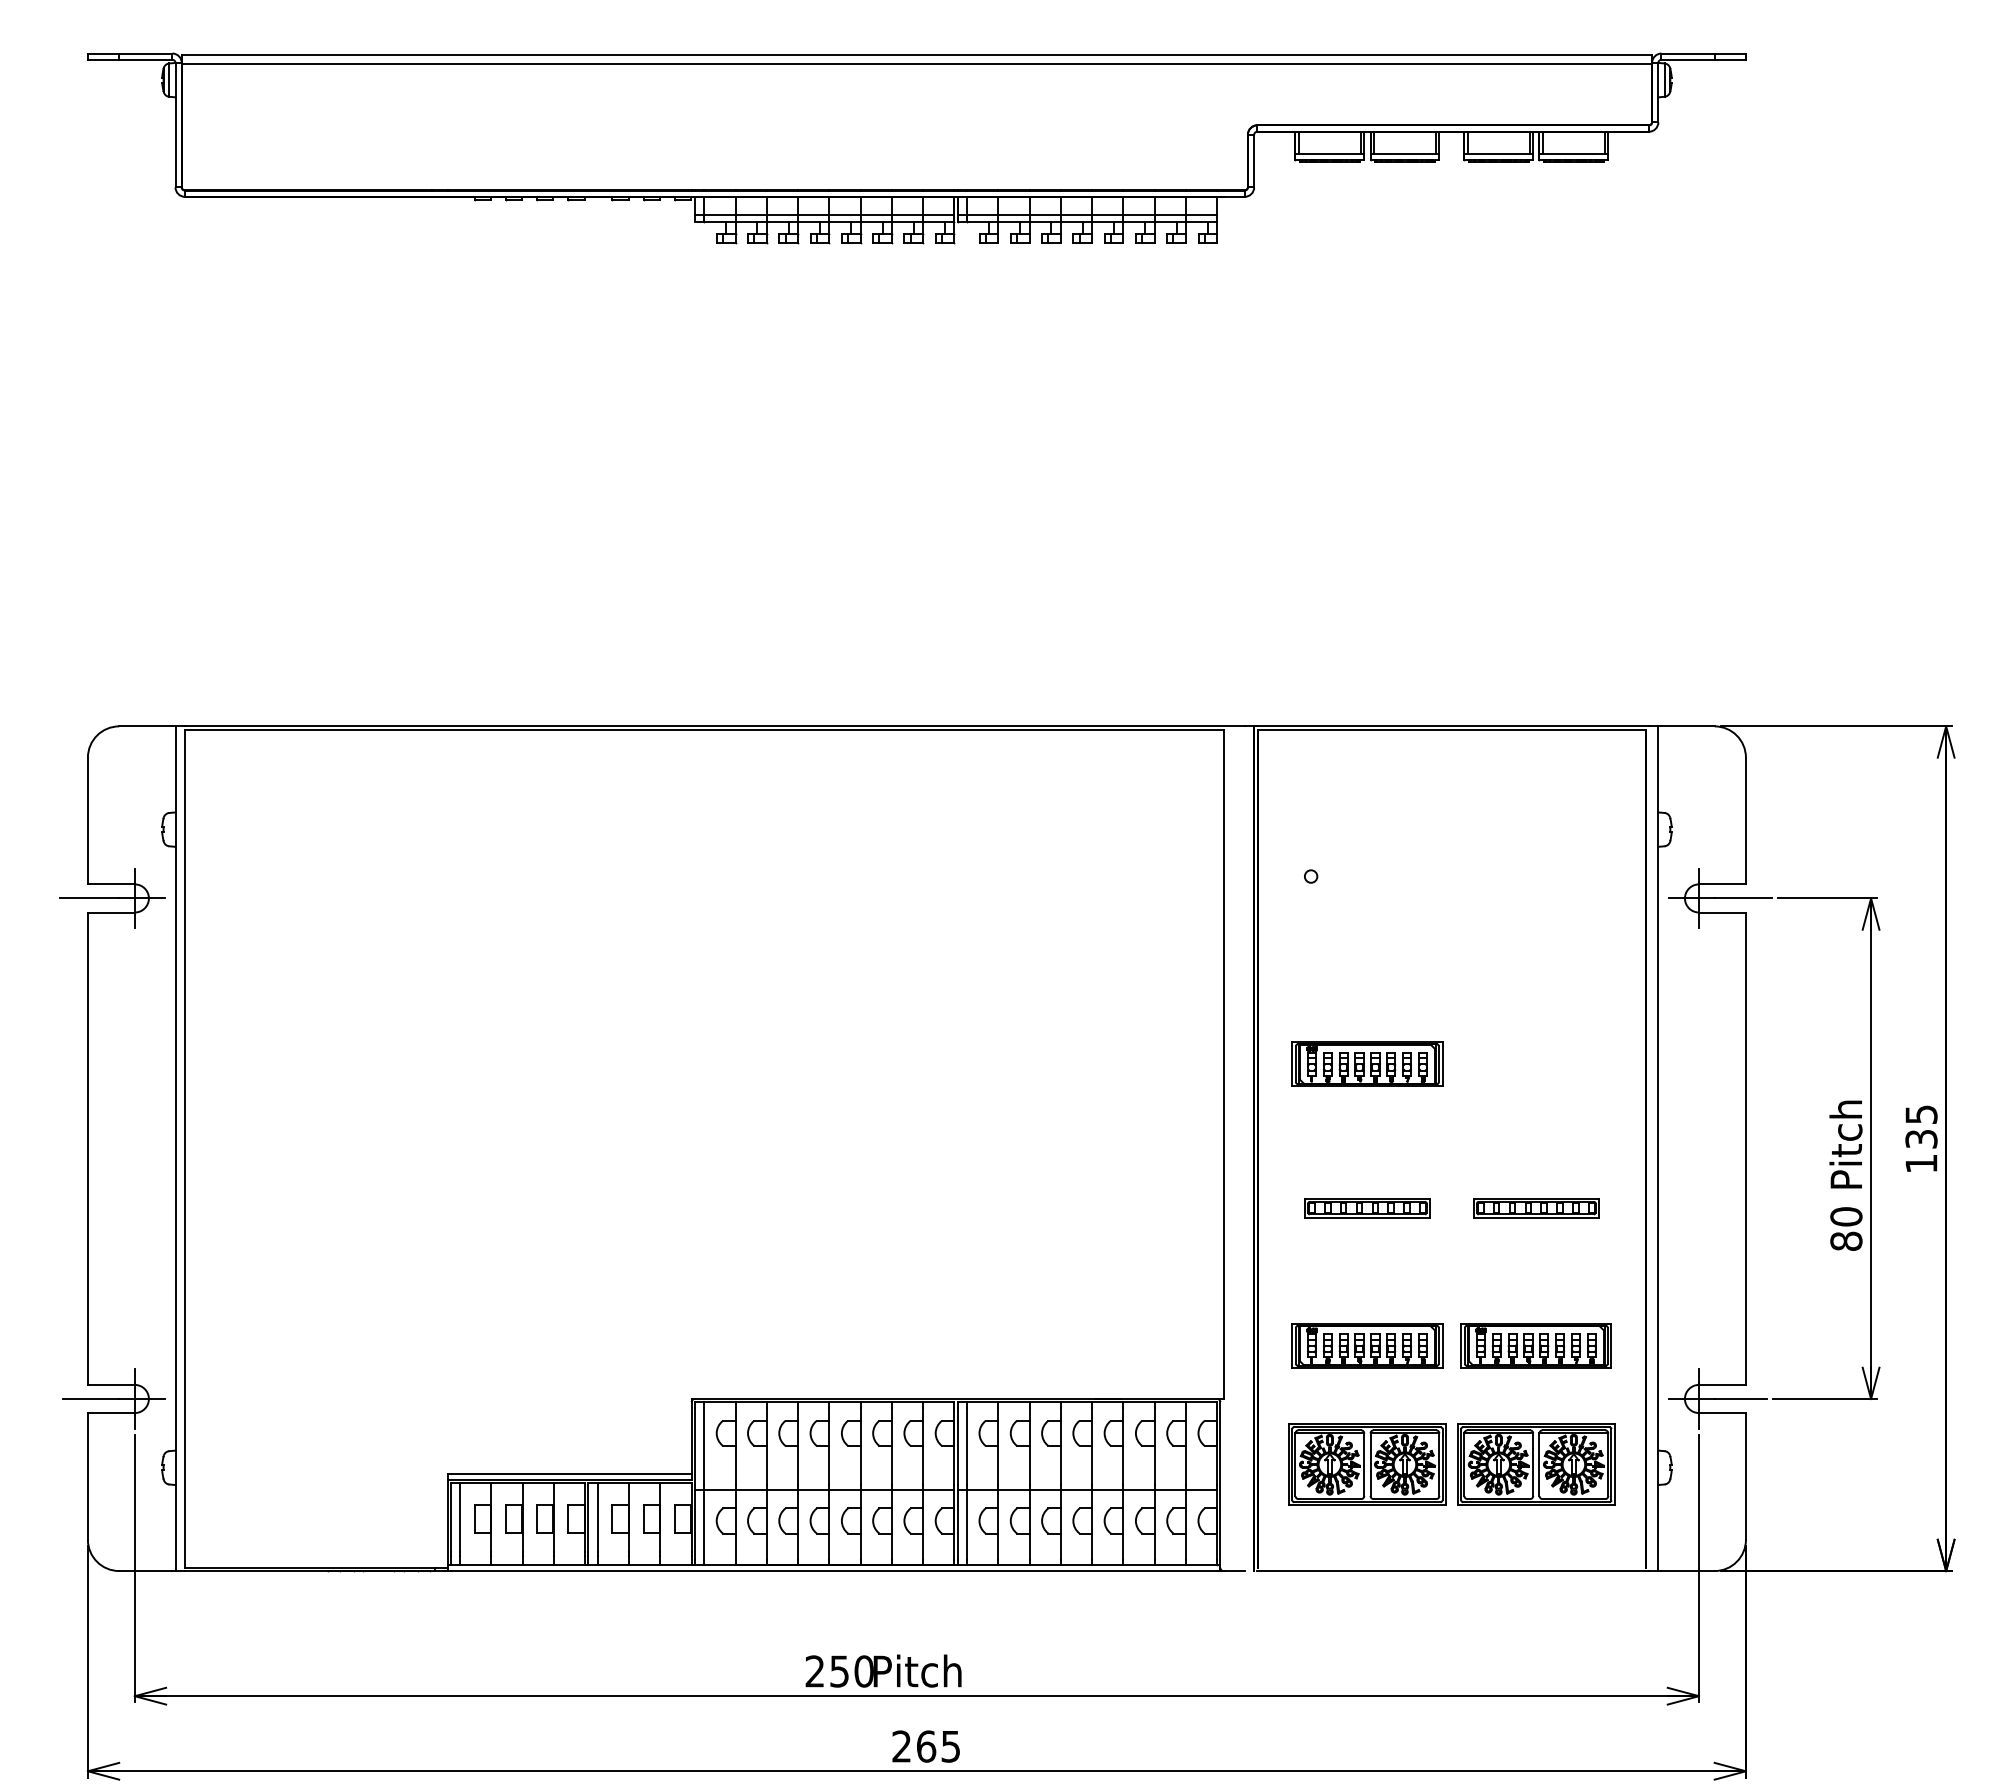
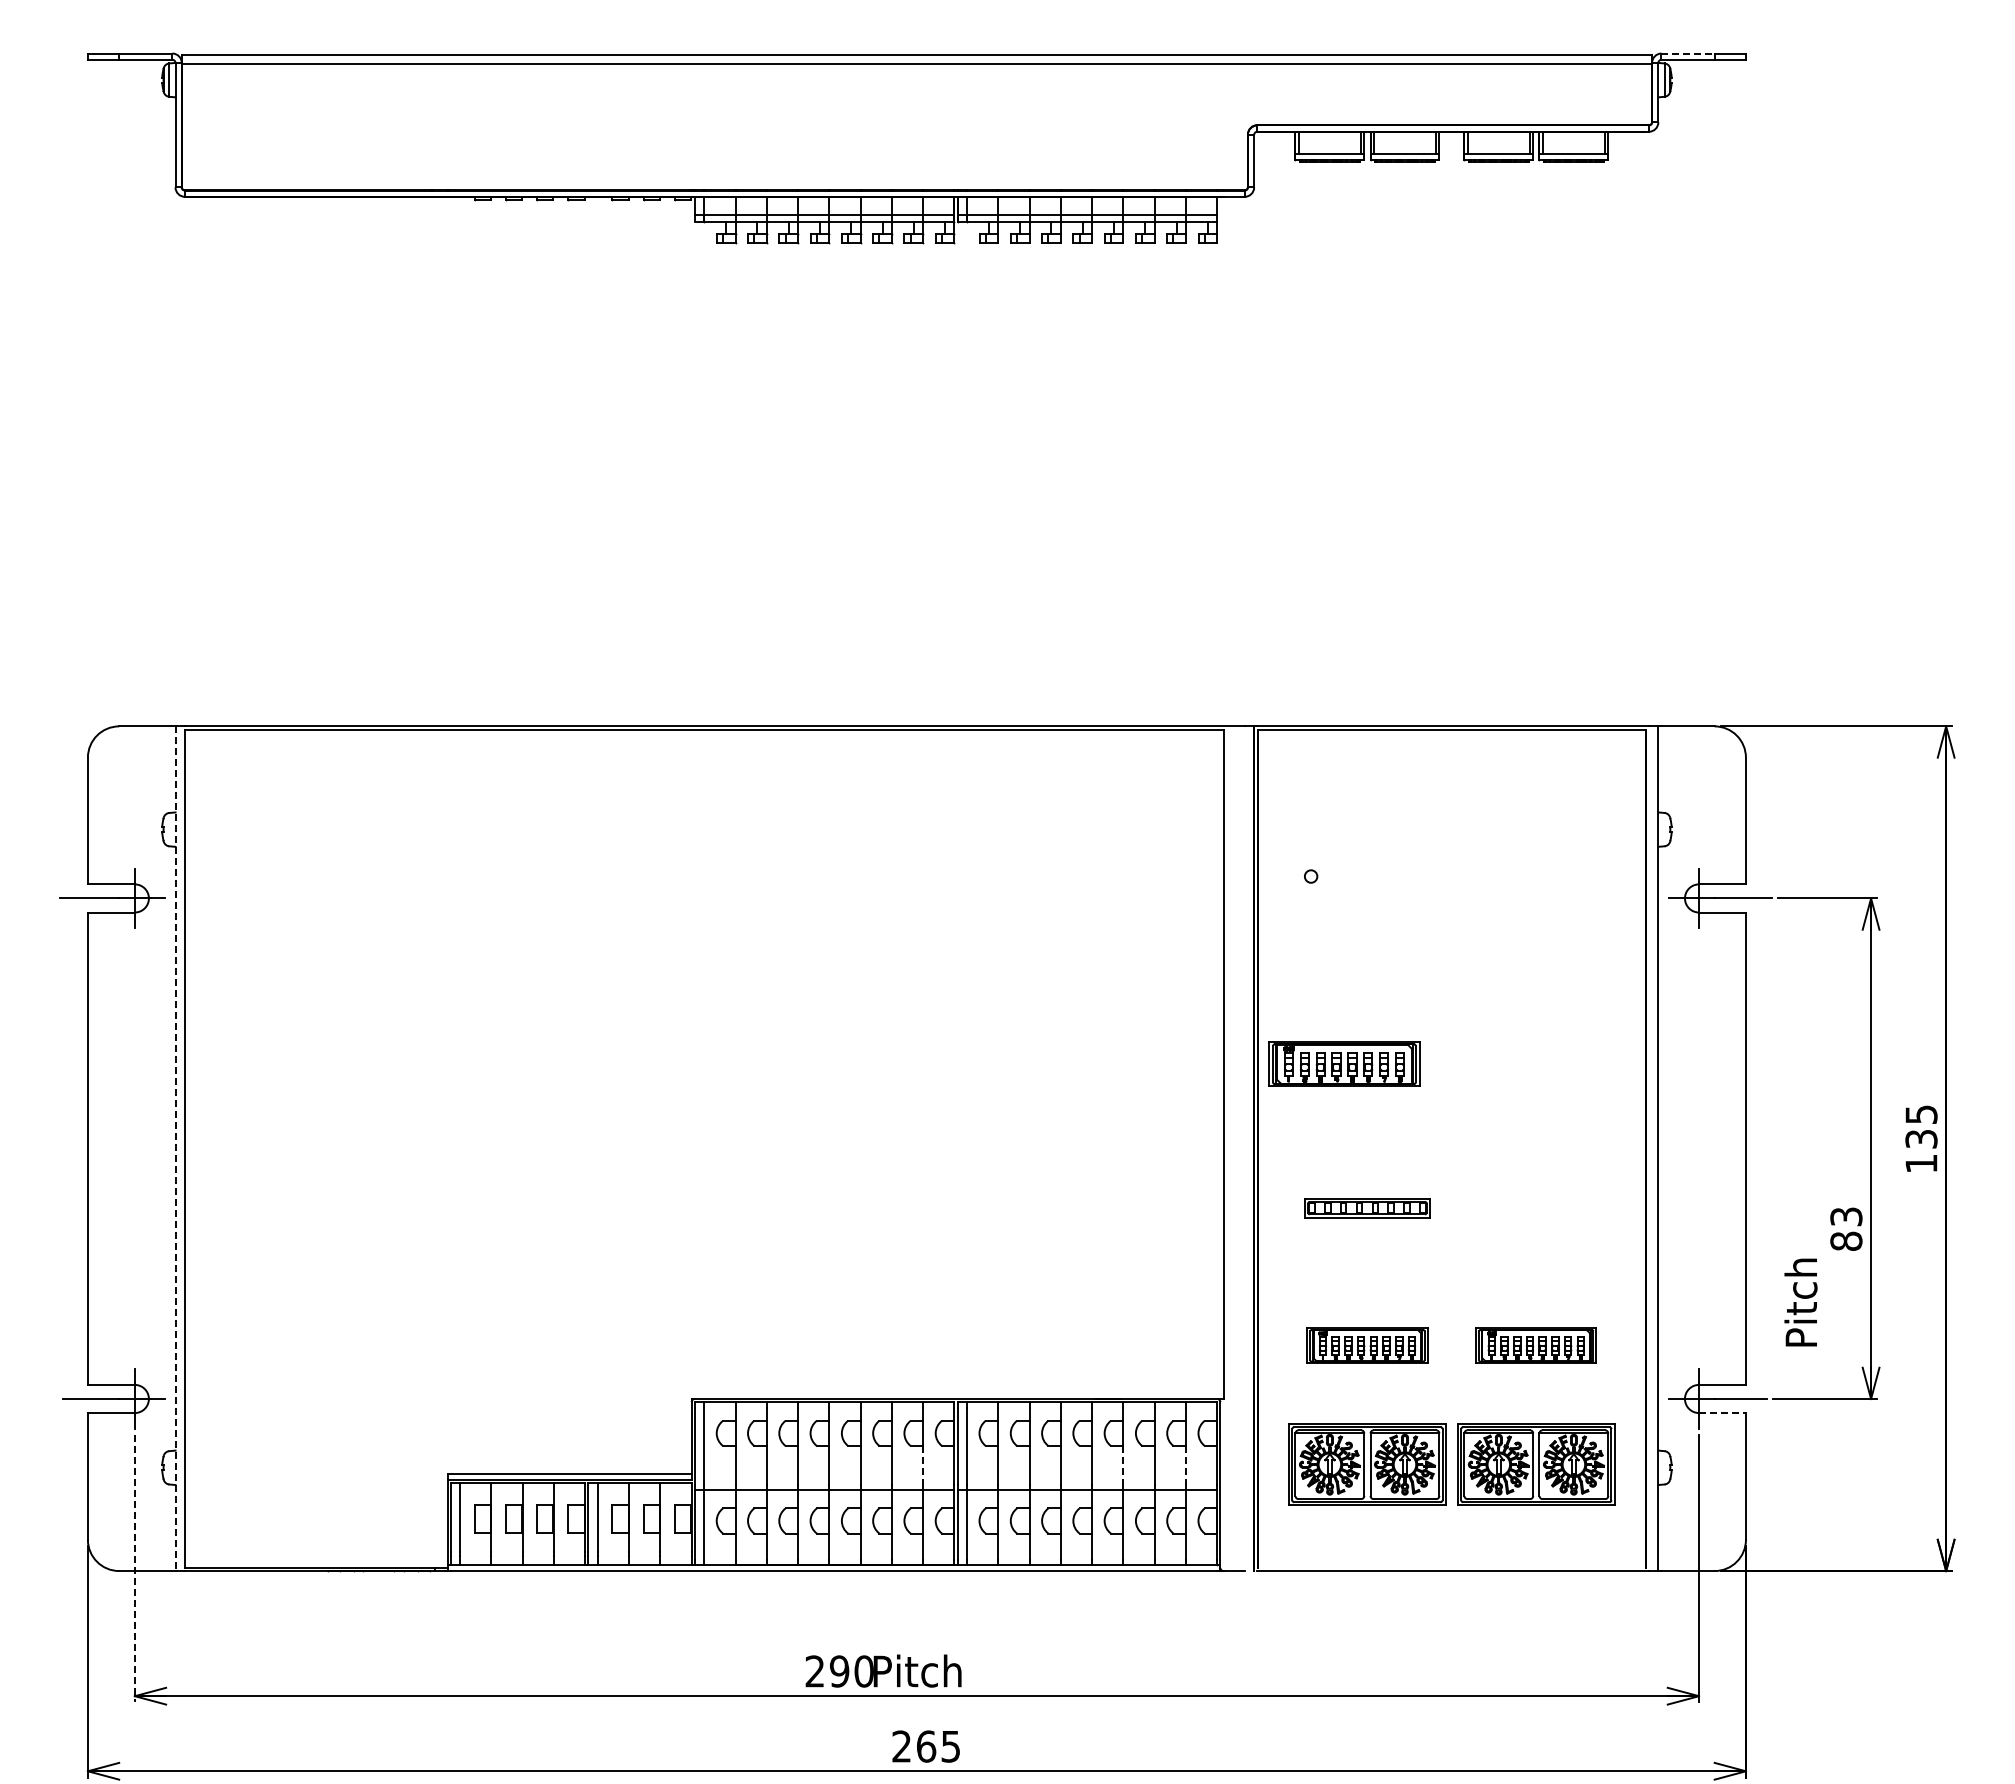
line at (1688, 53): solid -> dashed
part at (1367, 1063) position: (1367, 1063) -> (1344, 1063)
text at (1845, 1144) position: (1845, 1144) -> (1800, 1302)
line at (175, 1149): solid -> dashed
part at (1536, 1208): present -> none
text at (1846, 1216): 80 -> 83
part at (1367, 1345) size: 153x46 px -> 123x37 px
part at (1535, 1345) size: 152x46 px -> 122x37 px
line at (1722, 1413): solid -> dashed
line at (923, 1465): solid -> dashed
line at (1123, 1465): solid -> dashed
line at (1185, 1465): solid -> dashed
line at (134, 1568): solid -> dashed
text at (839, 1671): 250 -> 290
